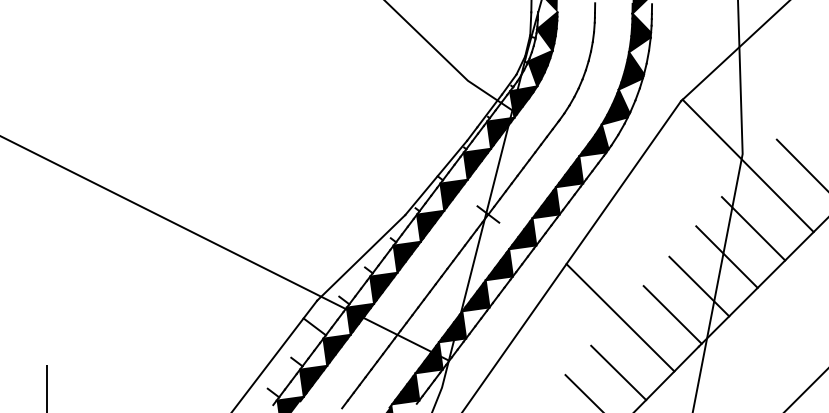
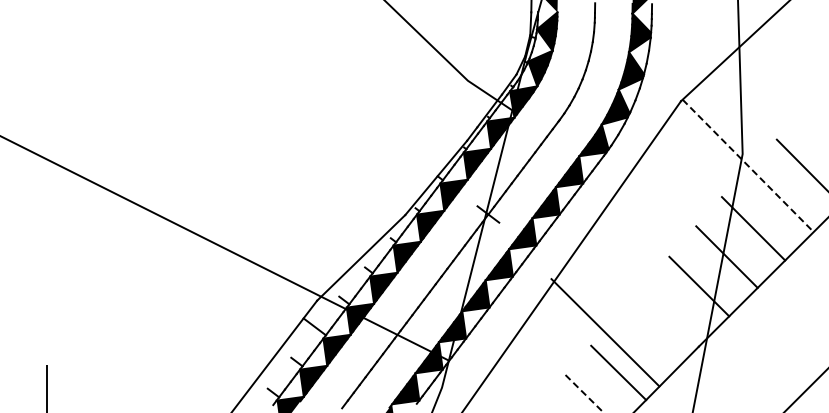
line at (748, 166): solid -> dashed
line at (672, 314): present -> none
line at (620, 317) position: (620, 317) -> (605, 332)
line at (584, 394): solid -> dashed
